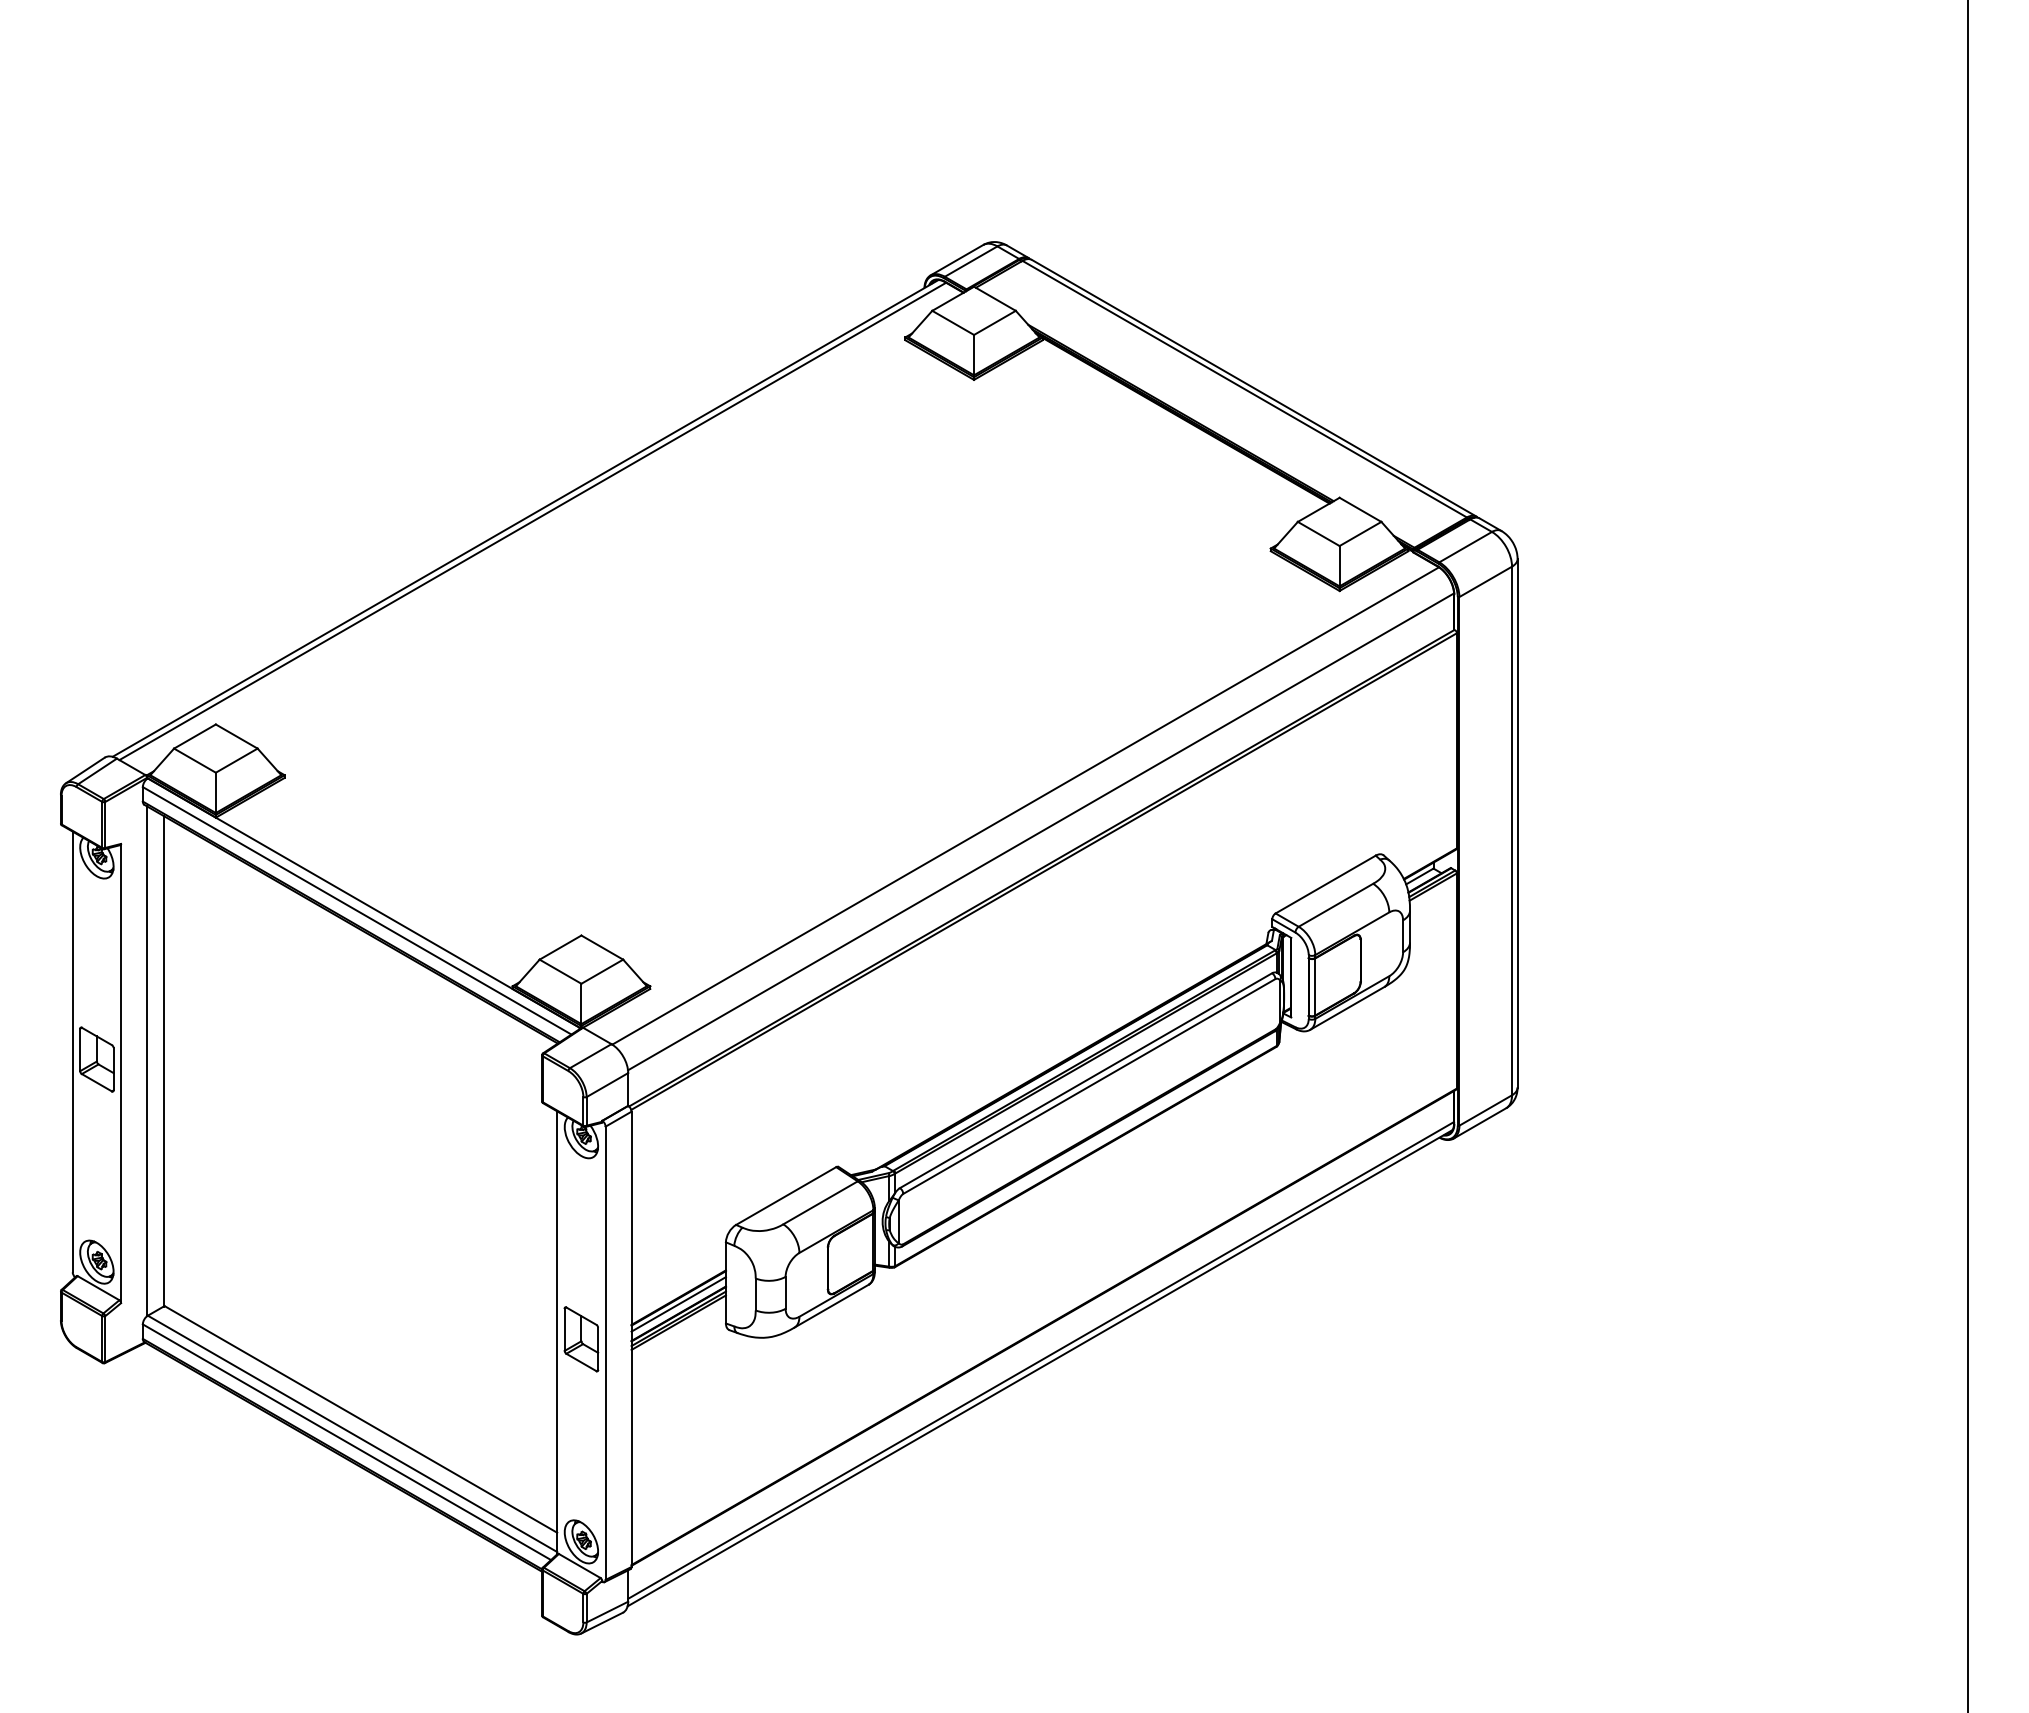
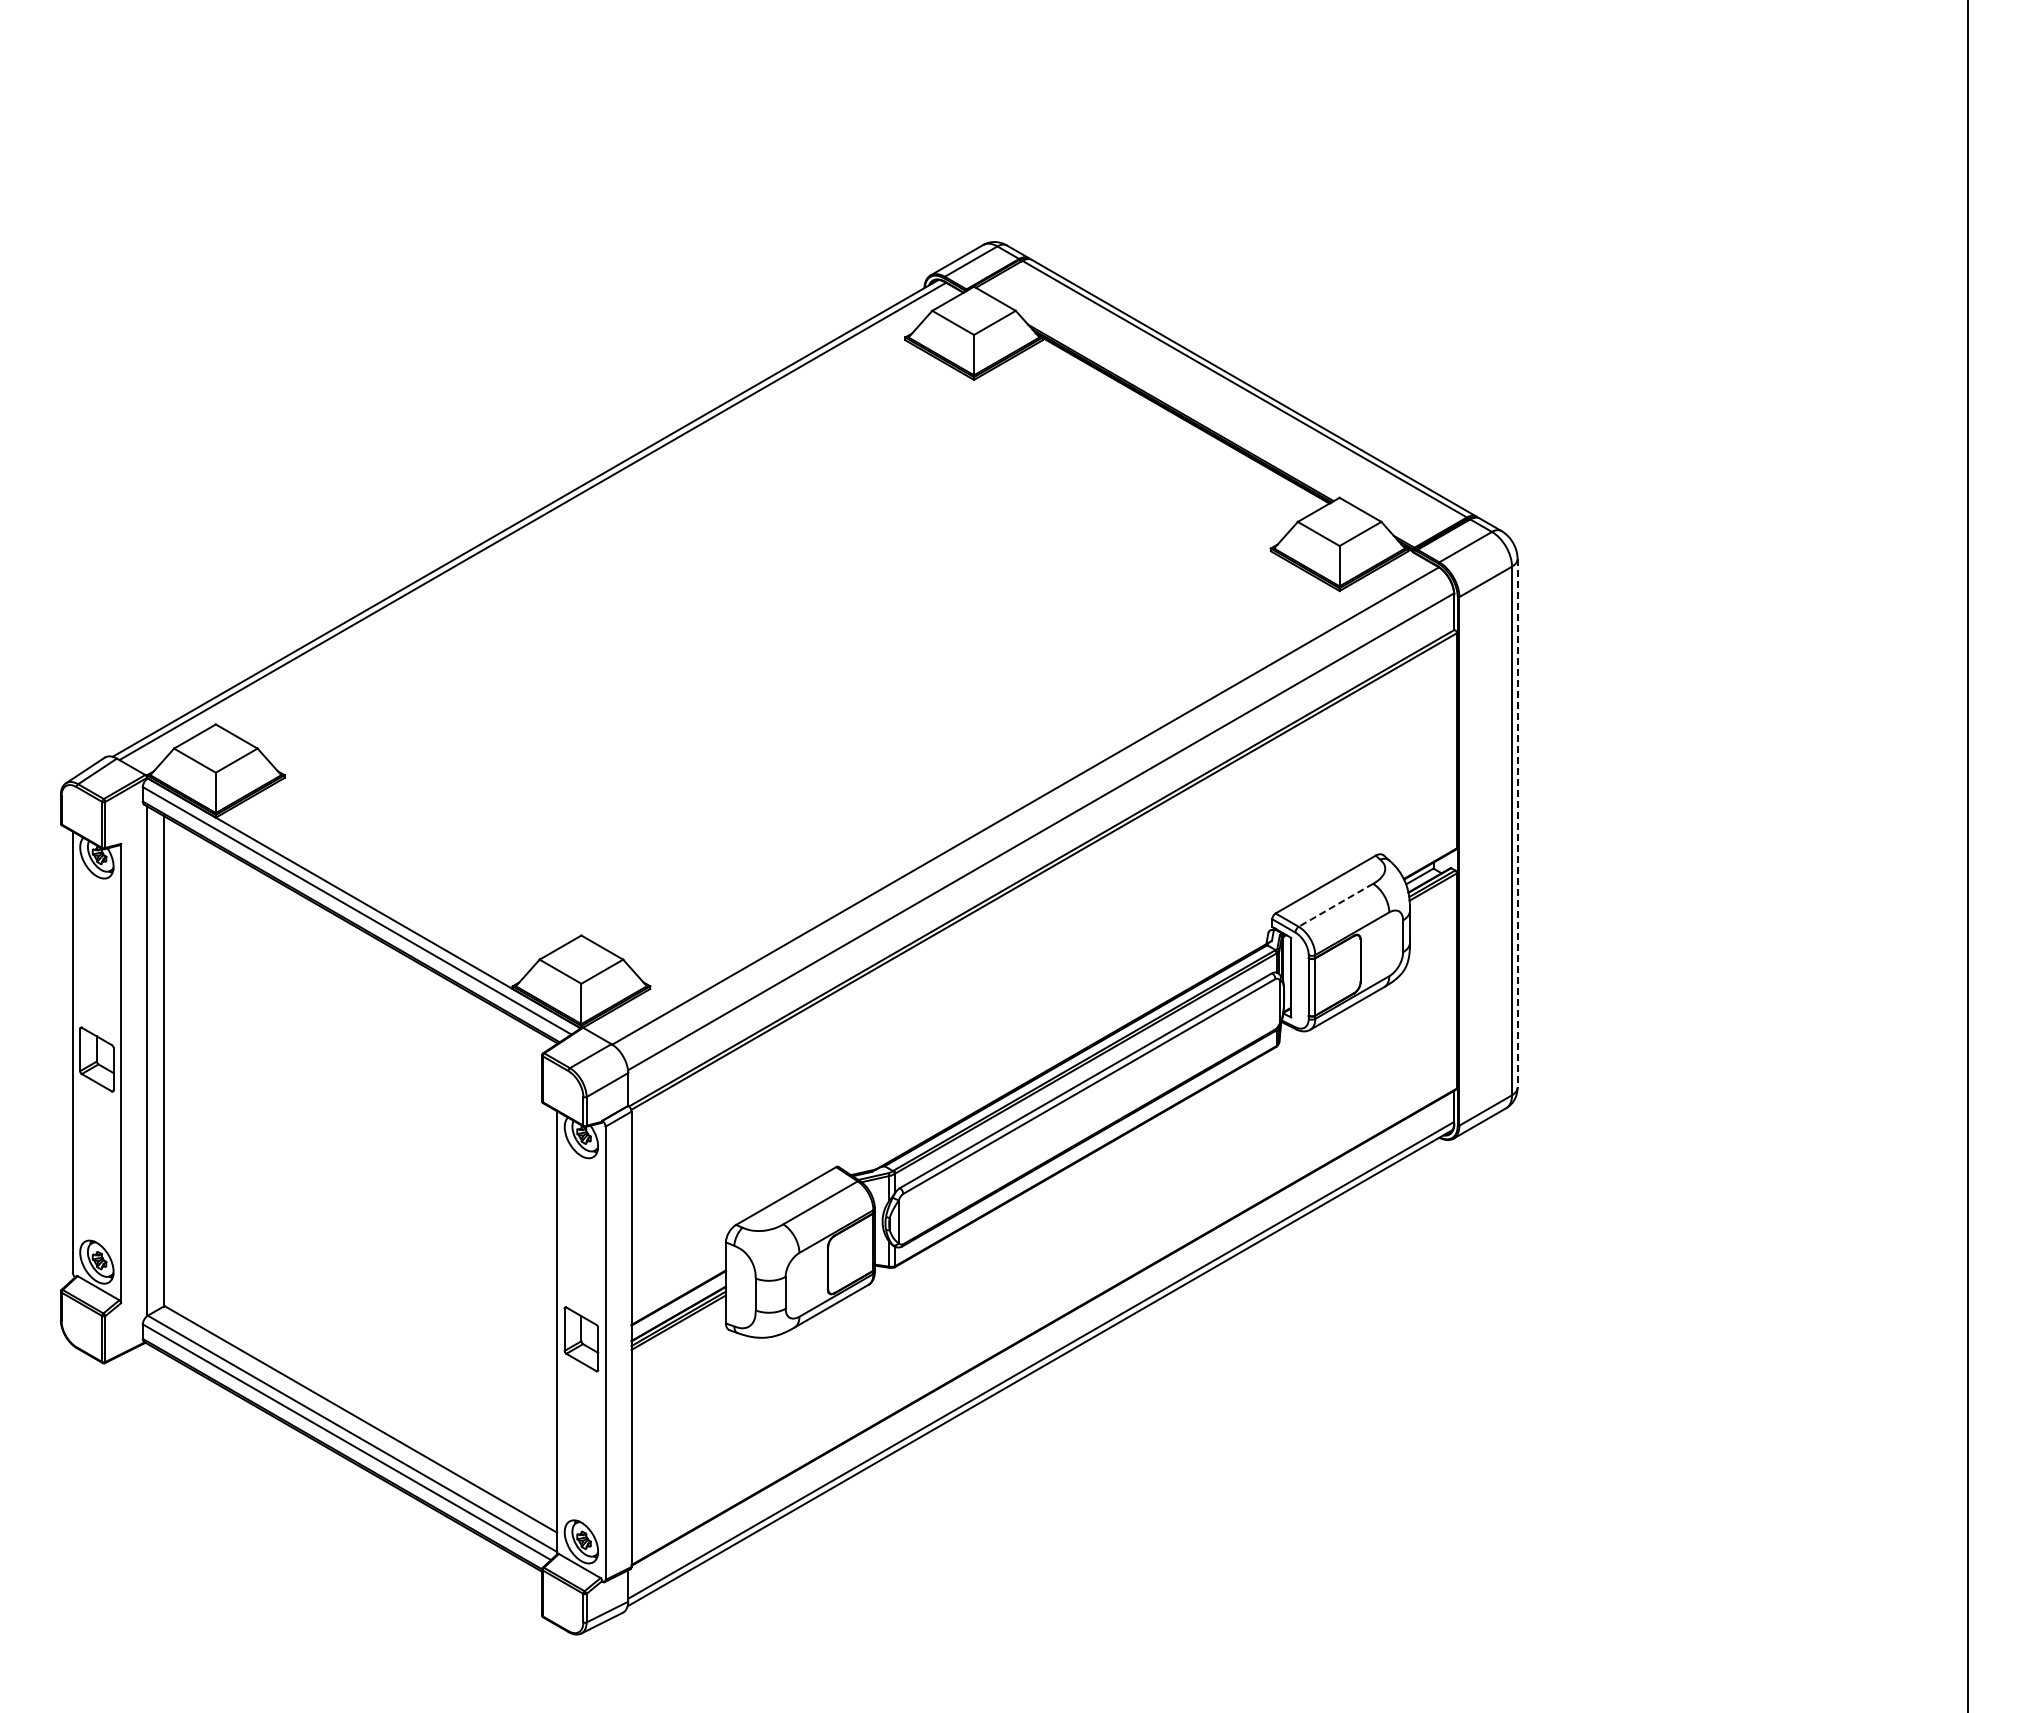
line at (1517, 823): solid -> dashed
line at (1335, 905): solid -> dashed
line at (678, 1304): present -> none
